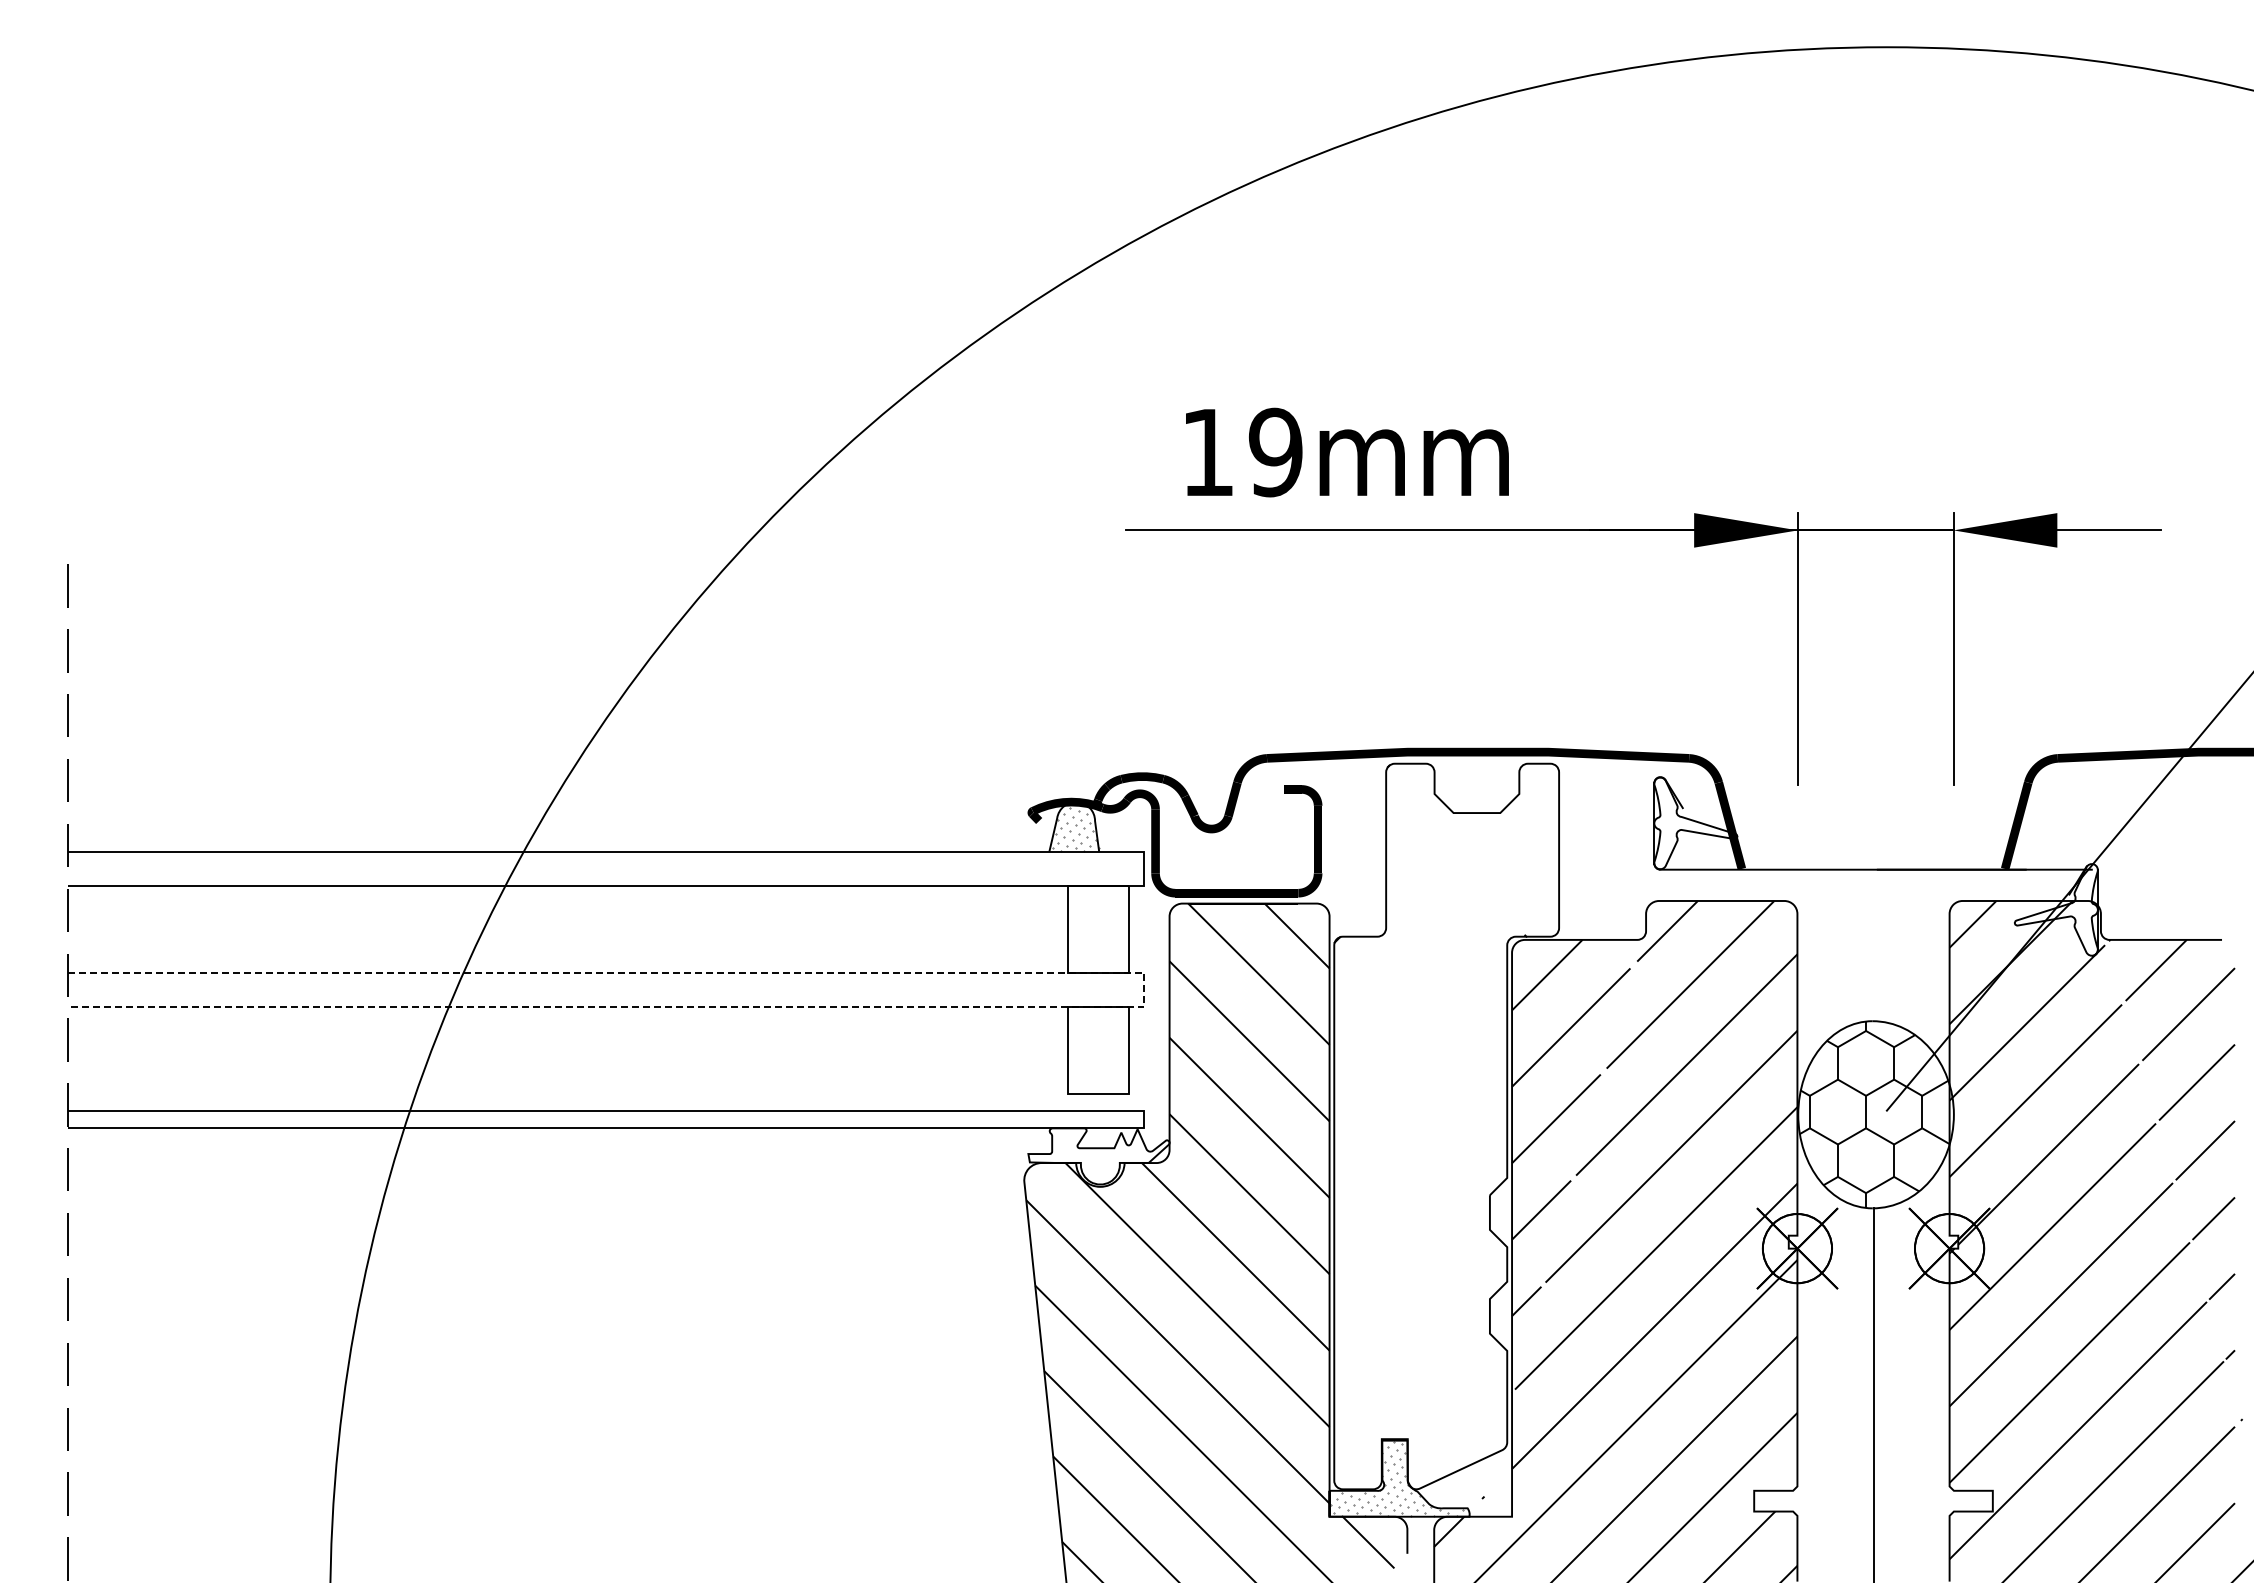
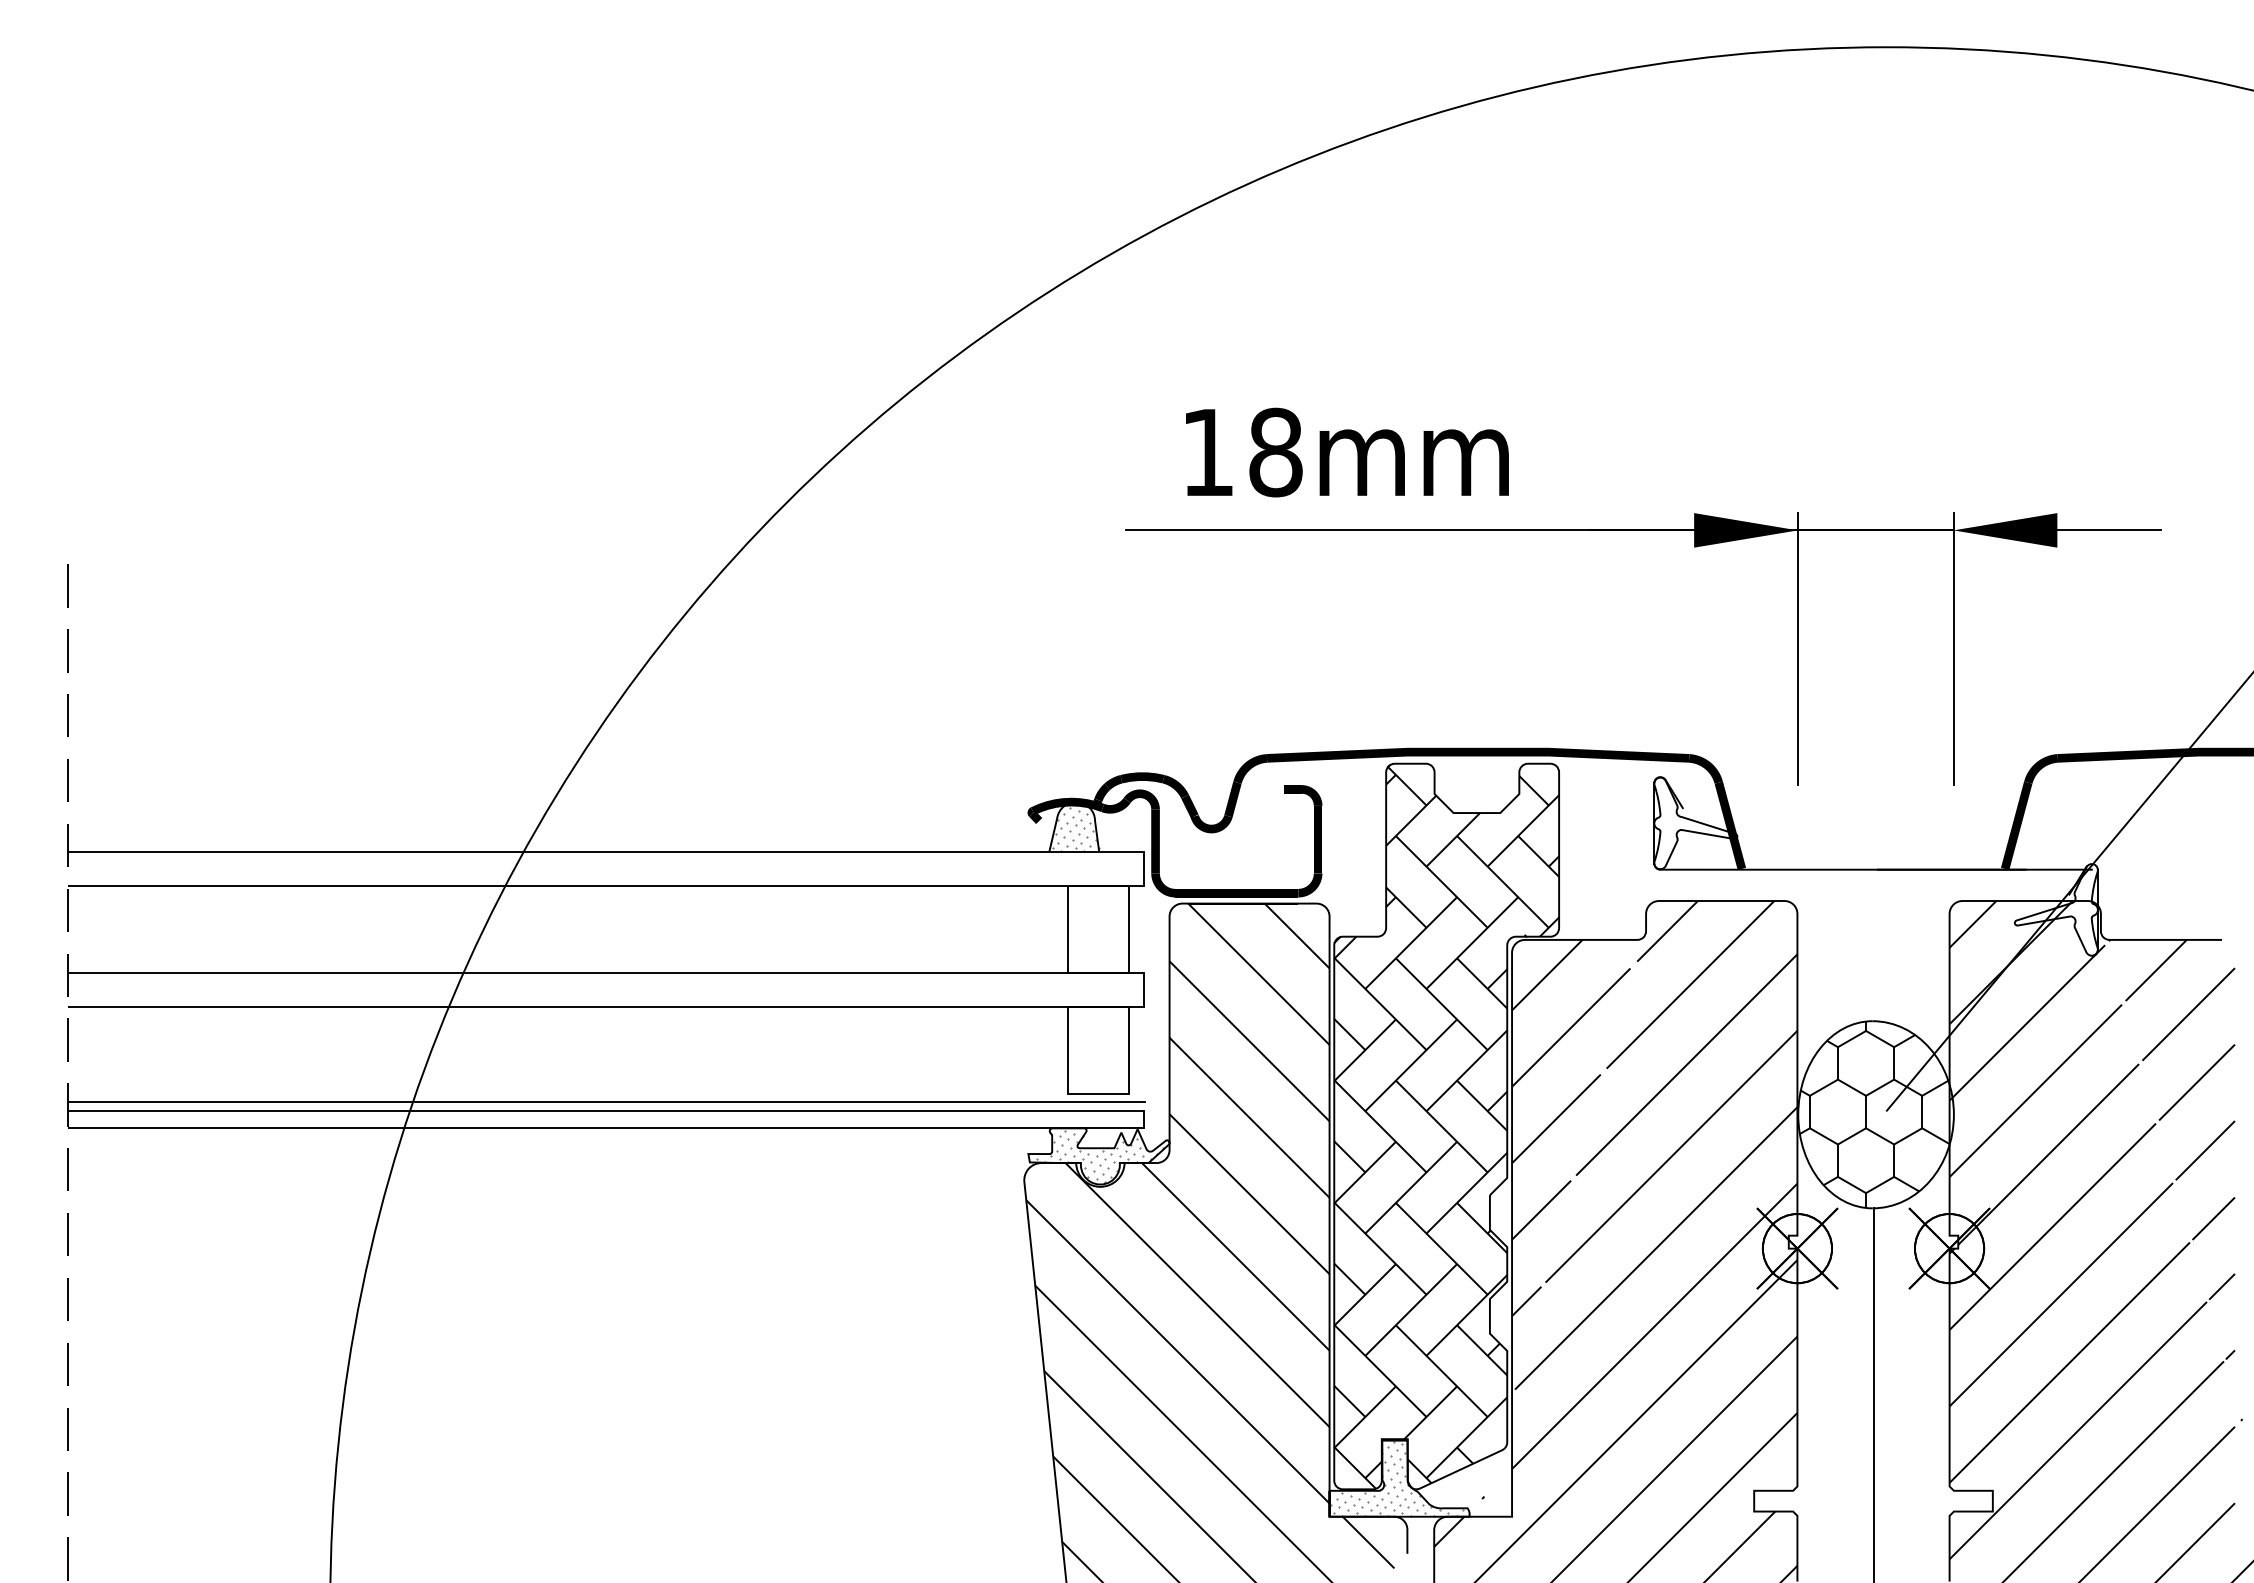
text at (1275, 452): 19mm -> 18mm
line at (1144, 990): dashed -> solid
line at (605, 1102): none -> present
hatch at (1446, 1127): none -> present
hatch at (1102, 1156): none -> present
